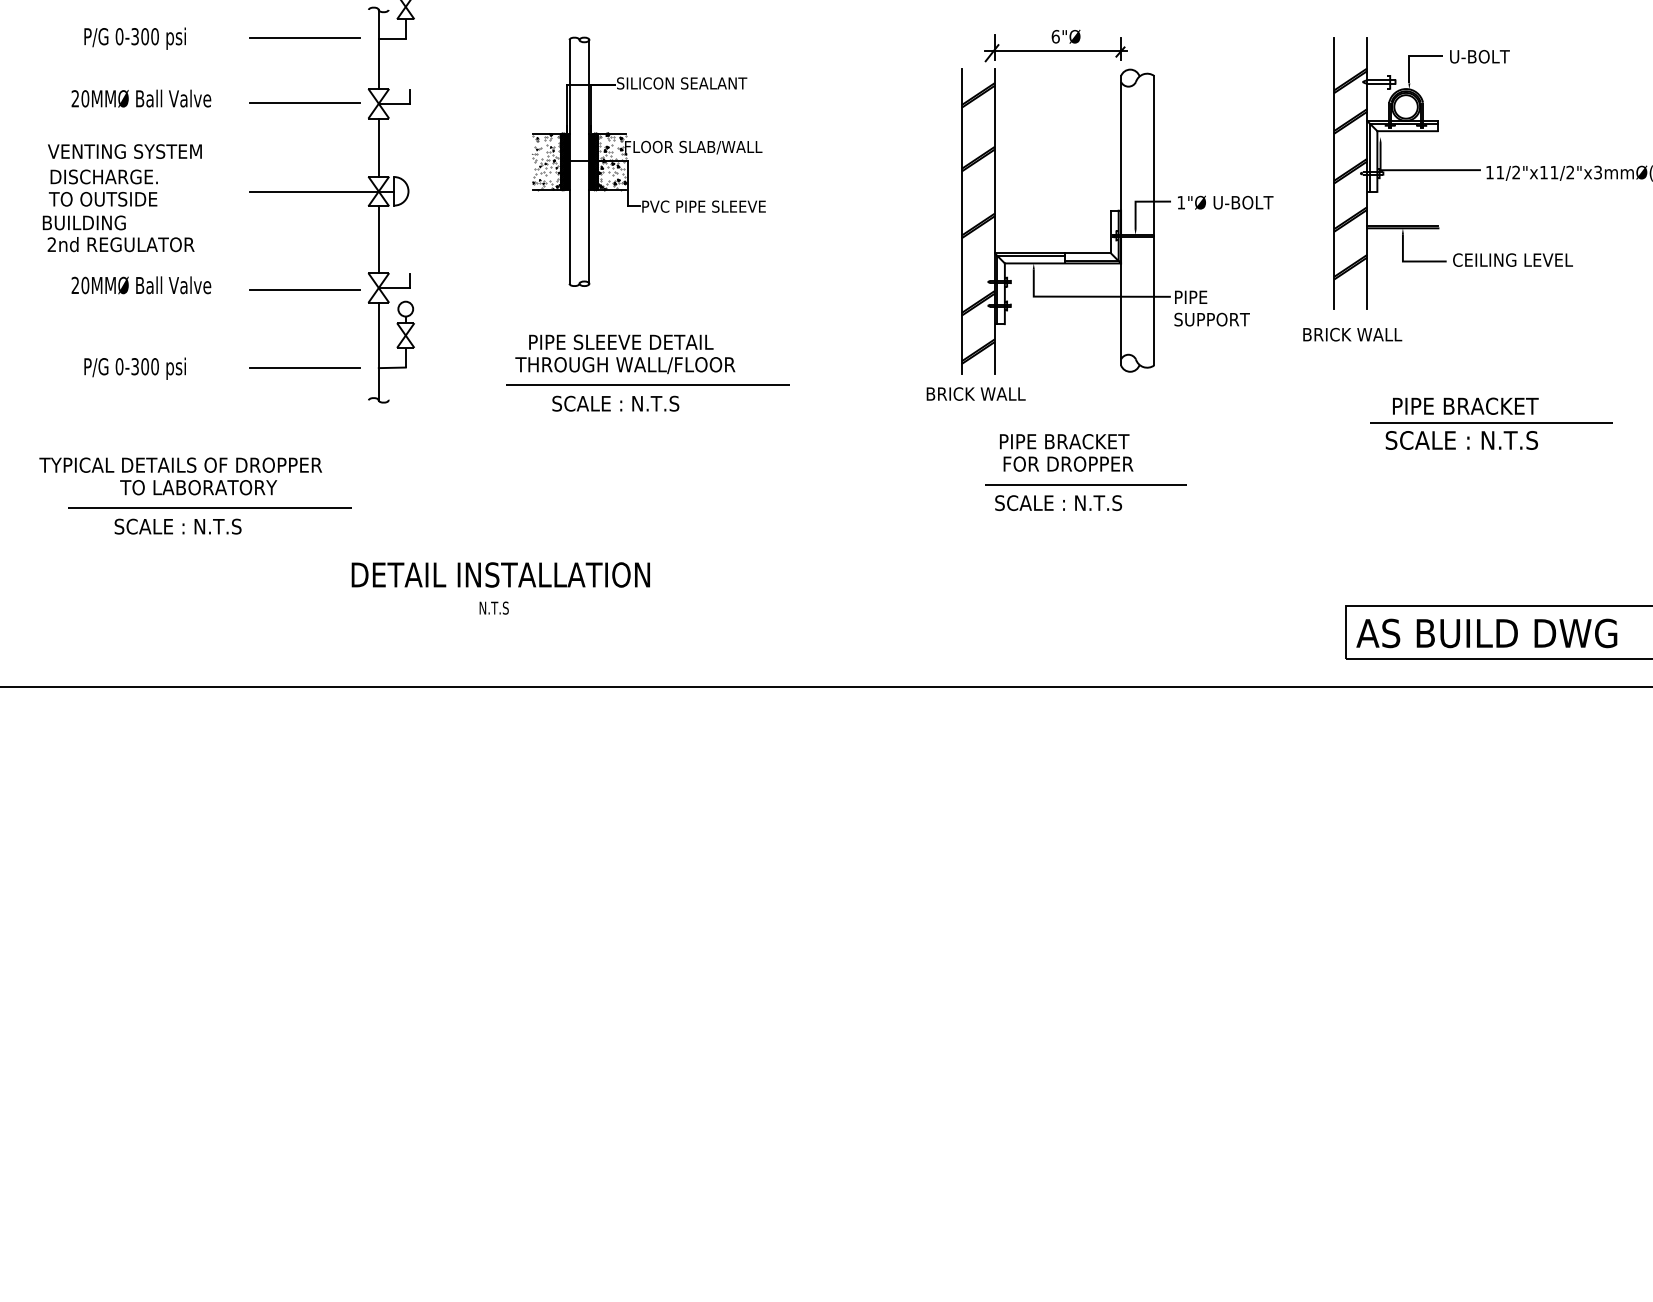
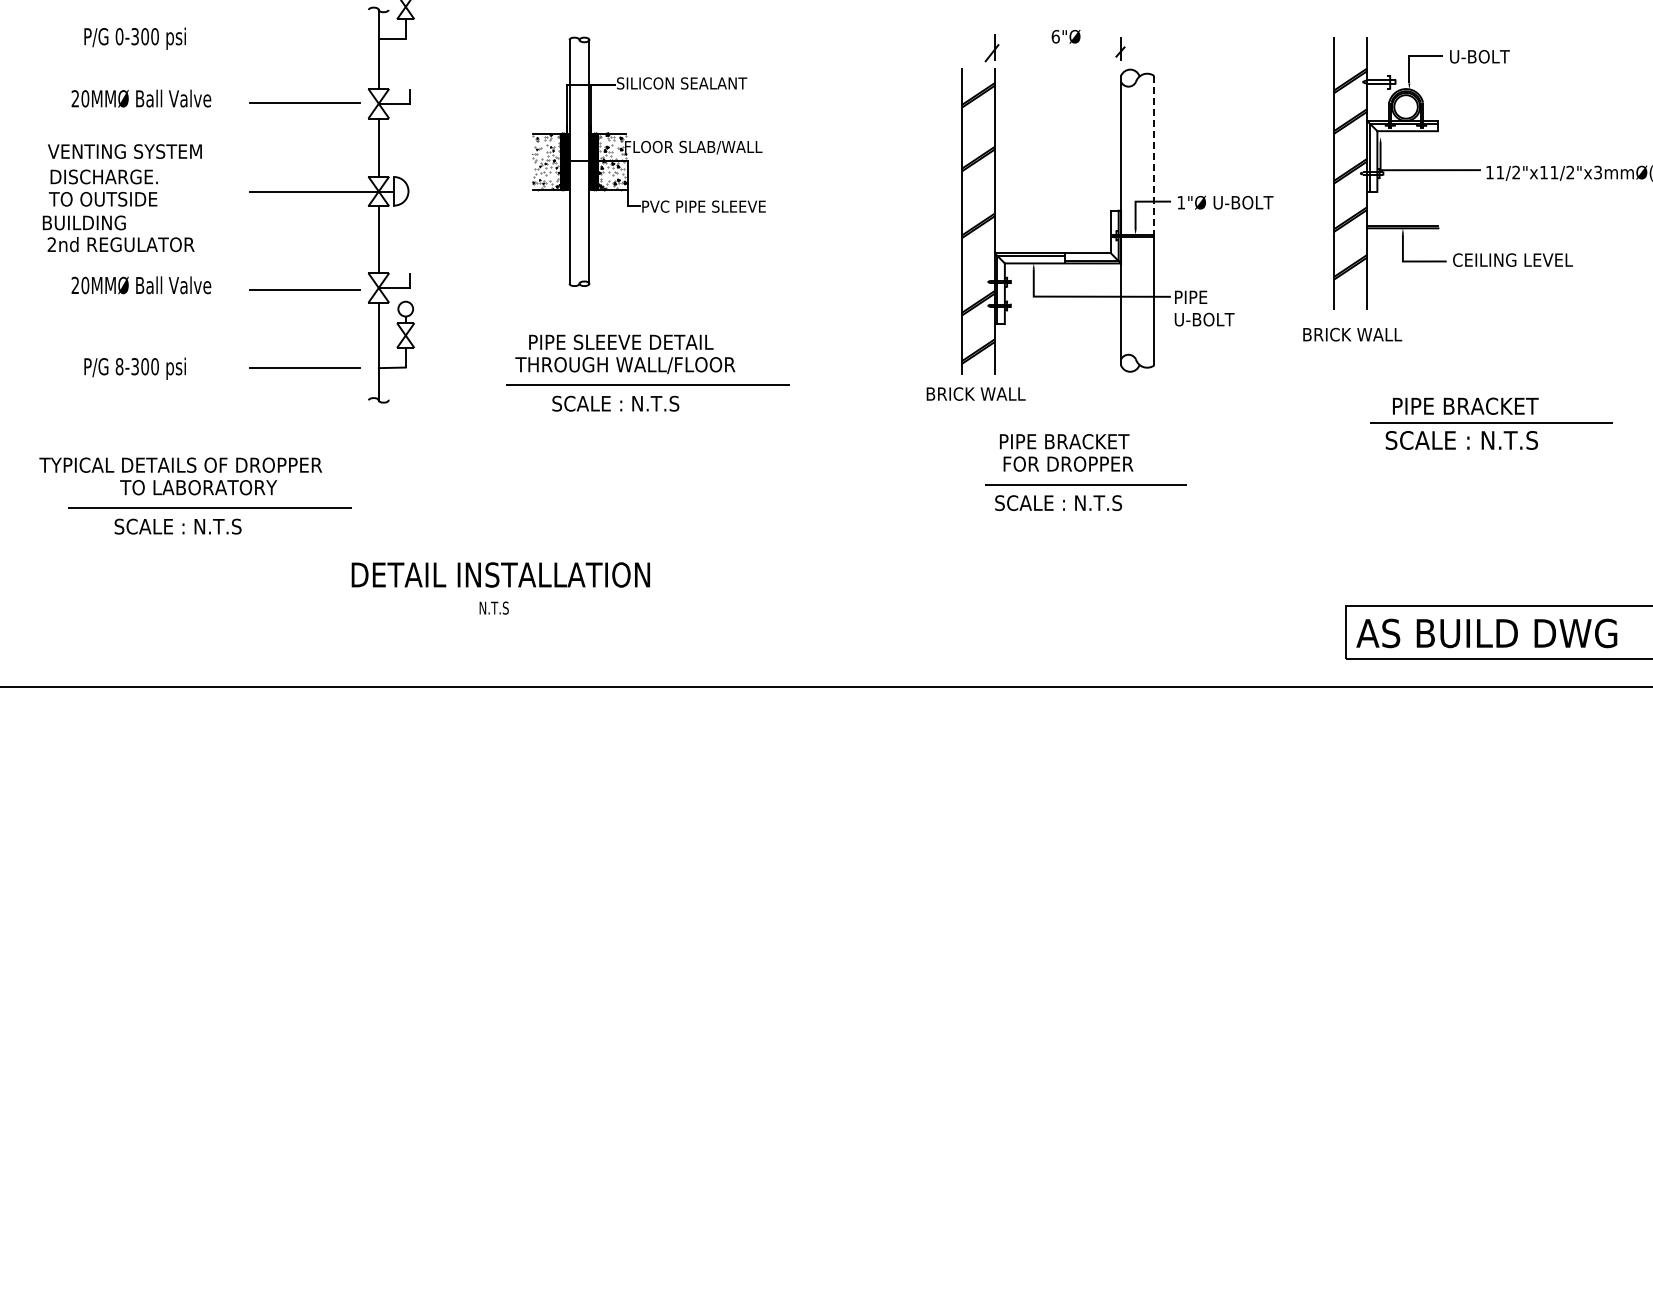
line at (304, 37): present -> none
line at (1055, 50): present -> none
line at (1154, 155): solid -> dashed
text at (1211, 319): SUPPORT -> U-BOLT
text at (119, 366): 0-300 -> 8-300
